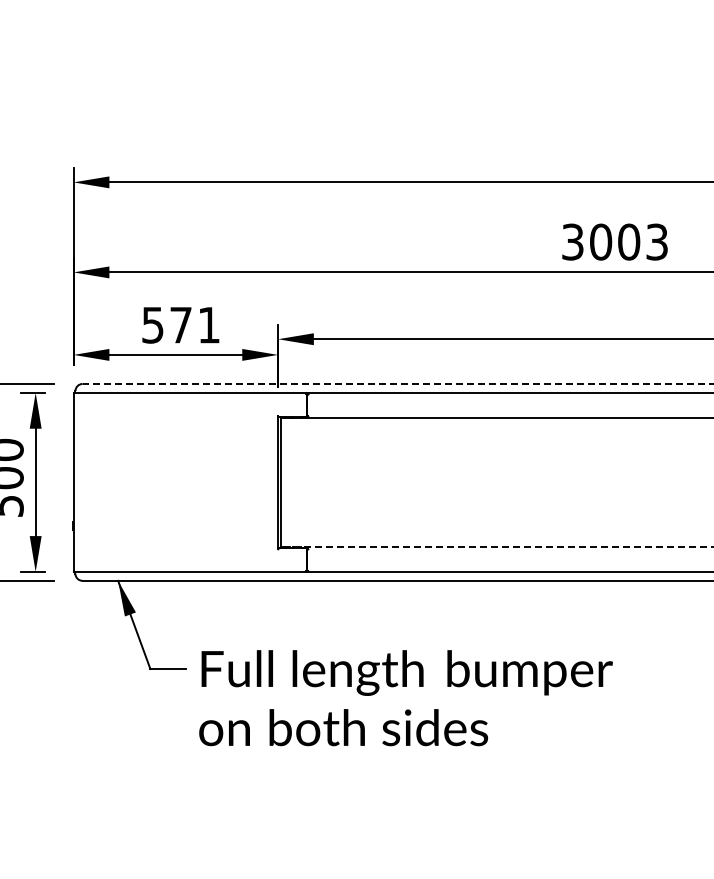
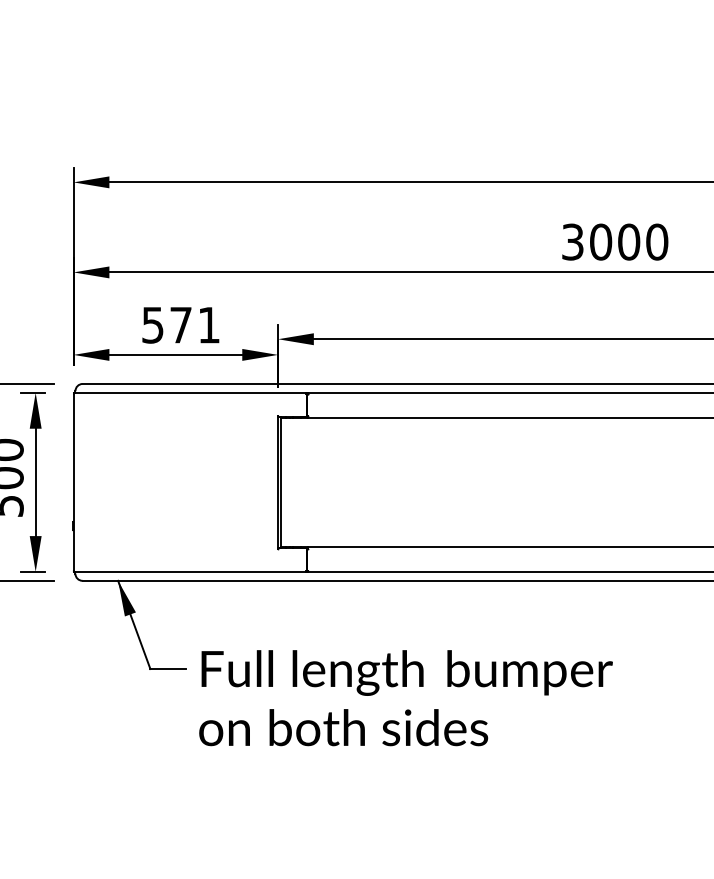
text at (657, 241): 3003 -> 3000
line at (397, 383): dashed -> solid
line at (501, 546): dashed -> solid
